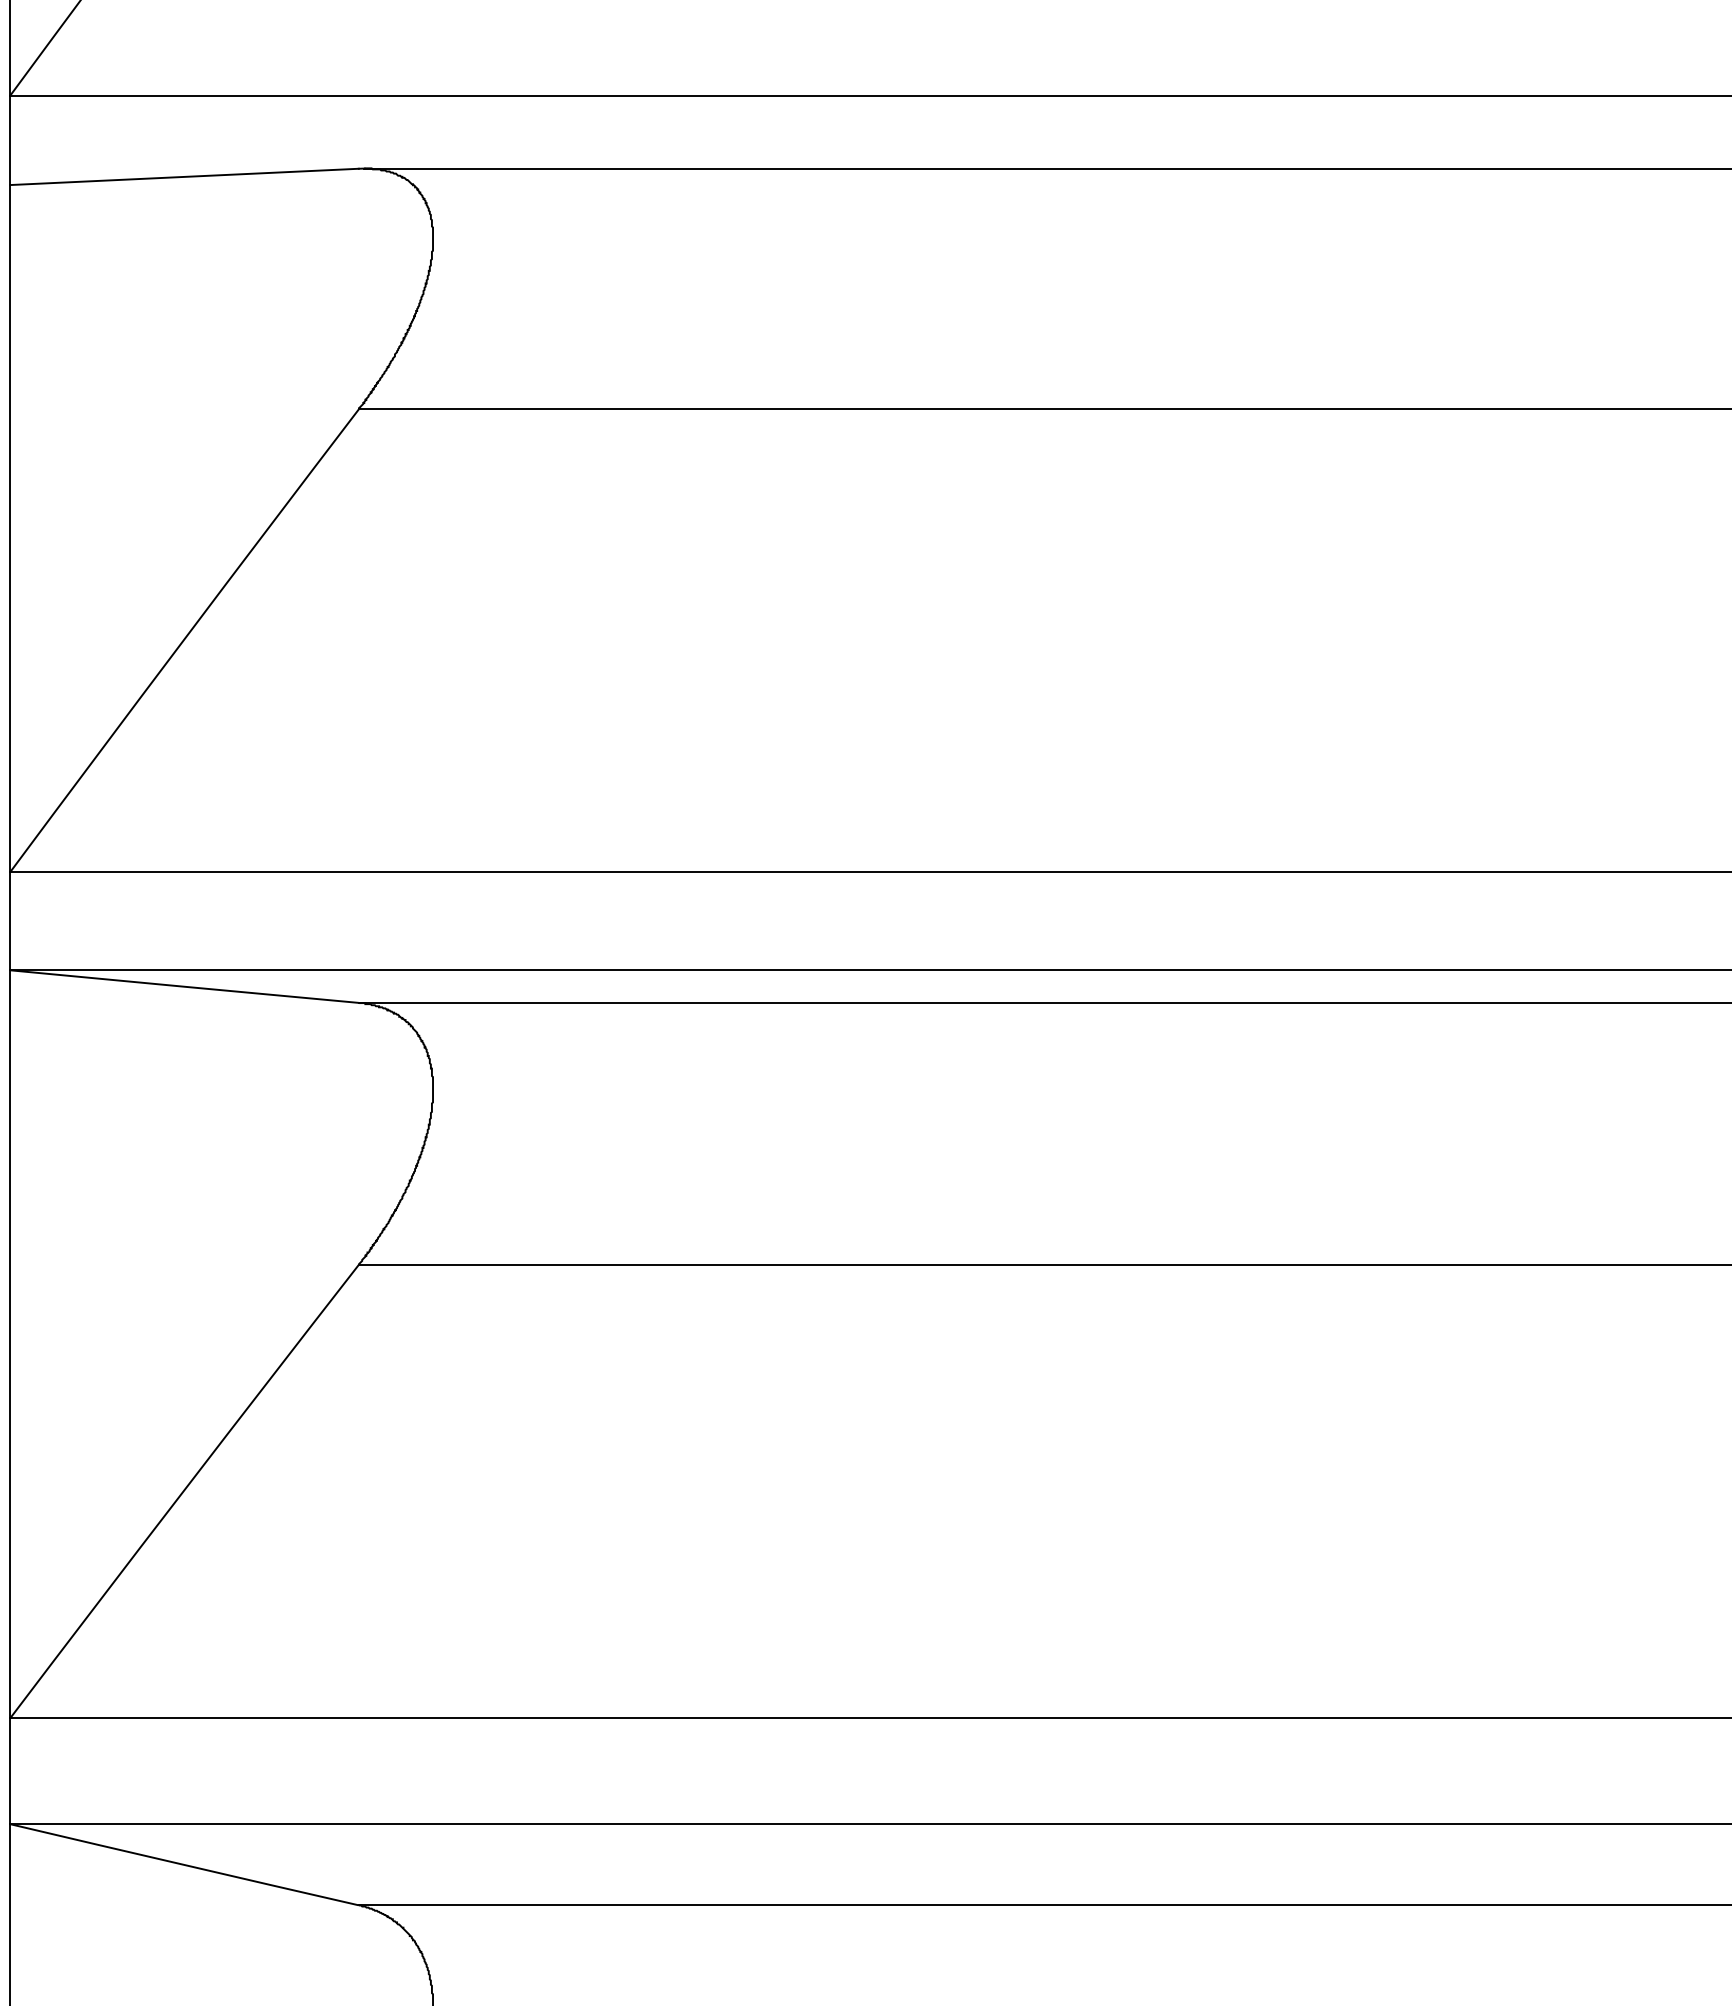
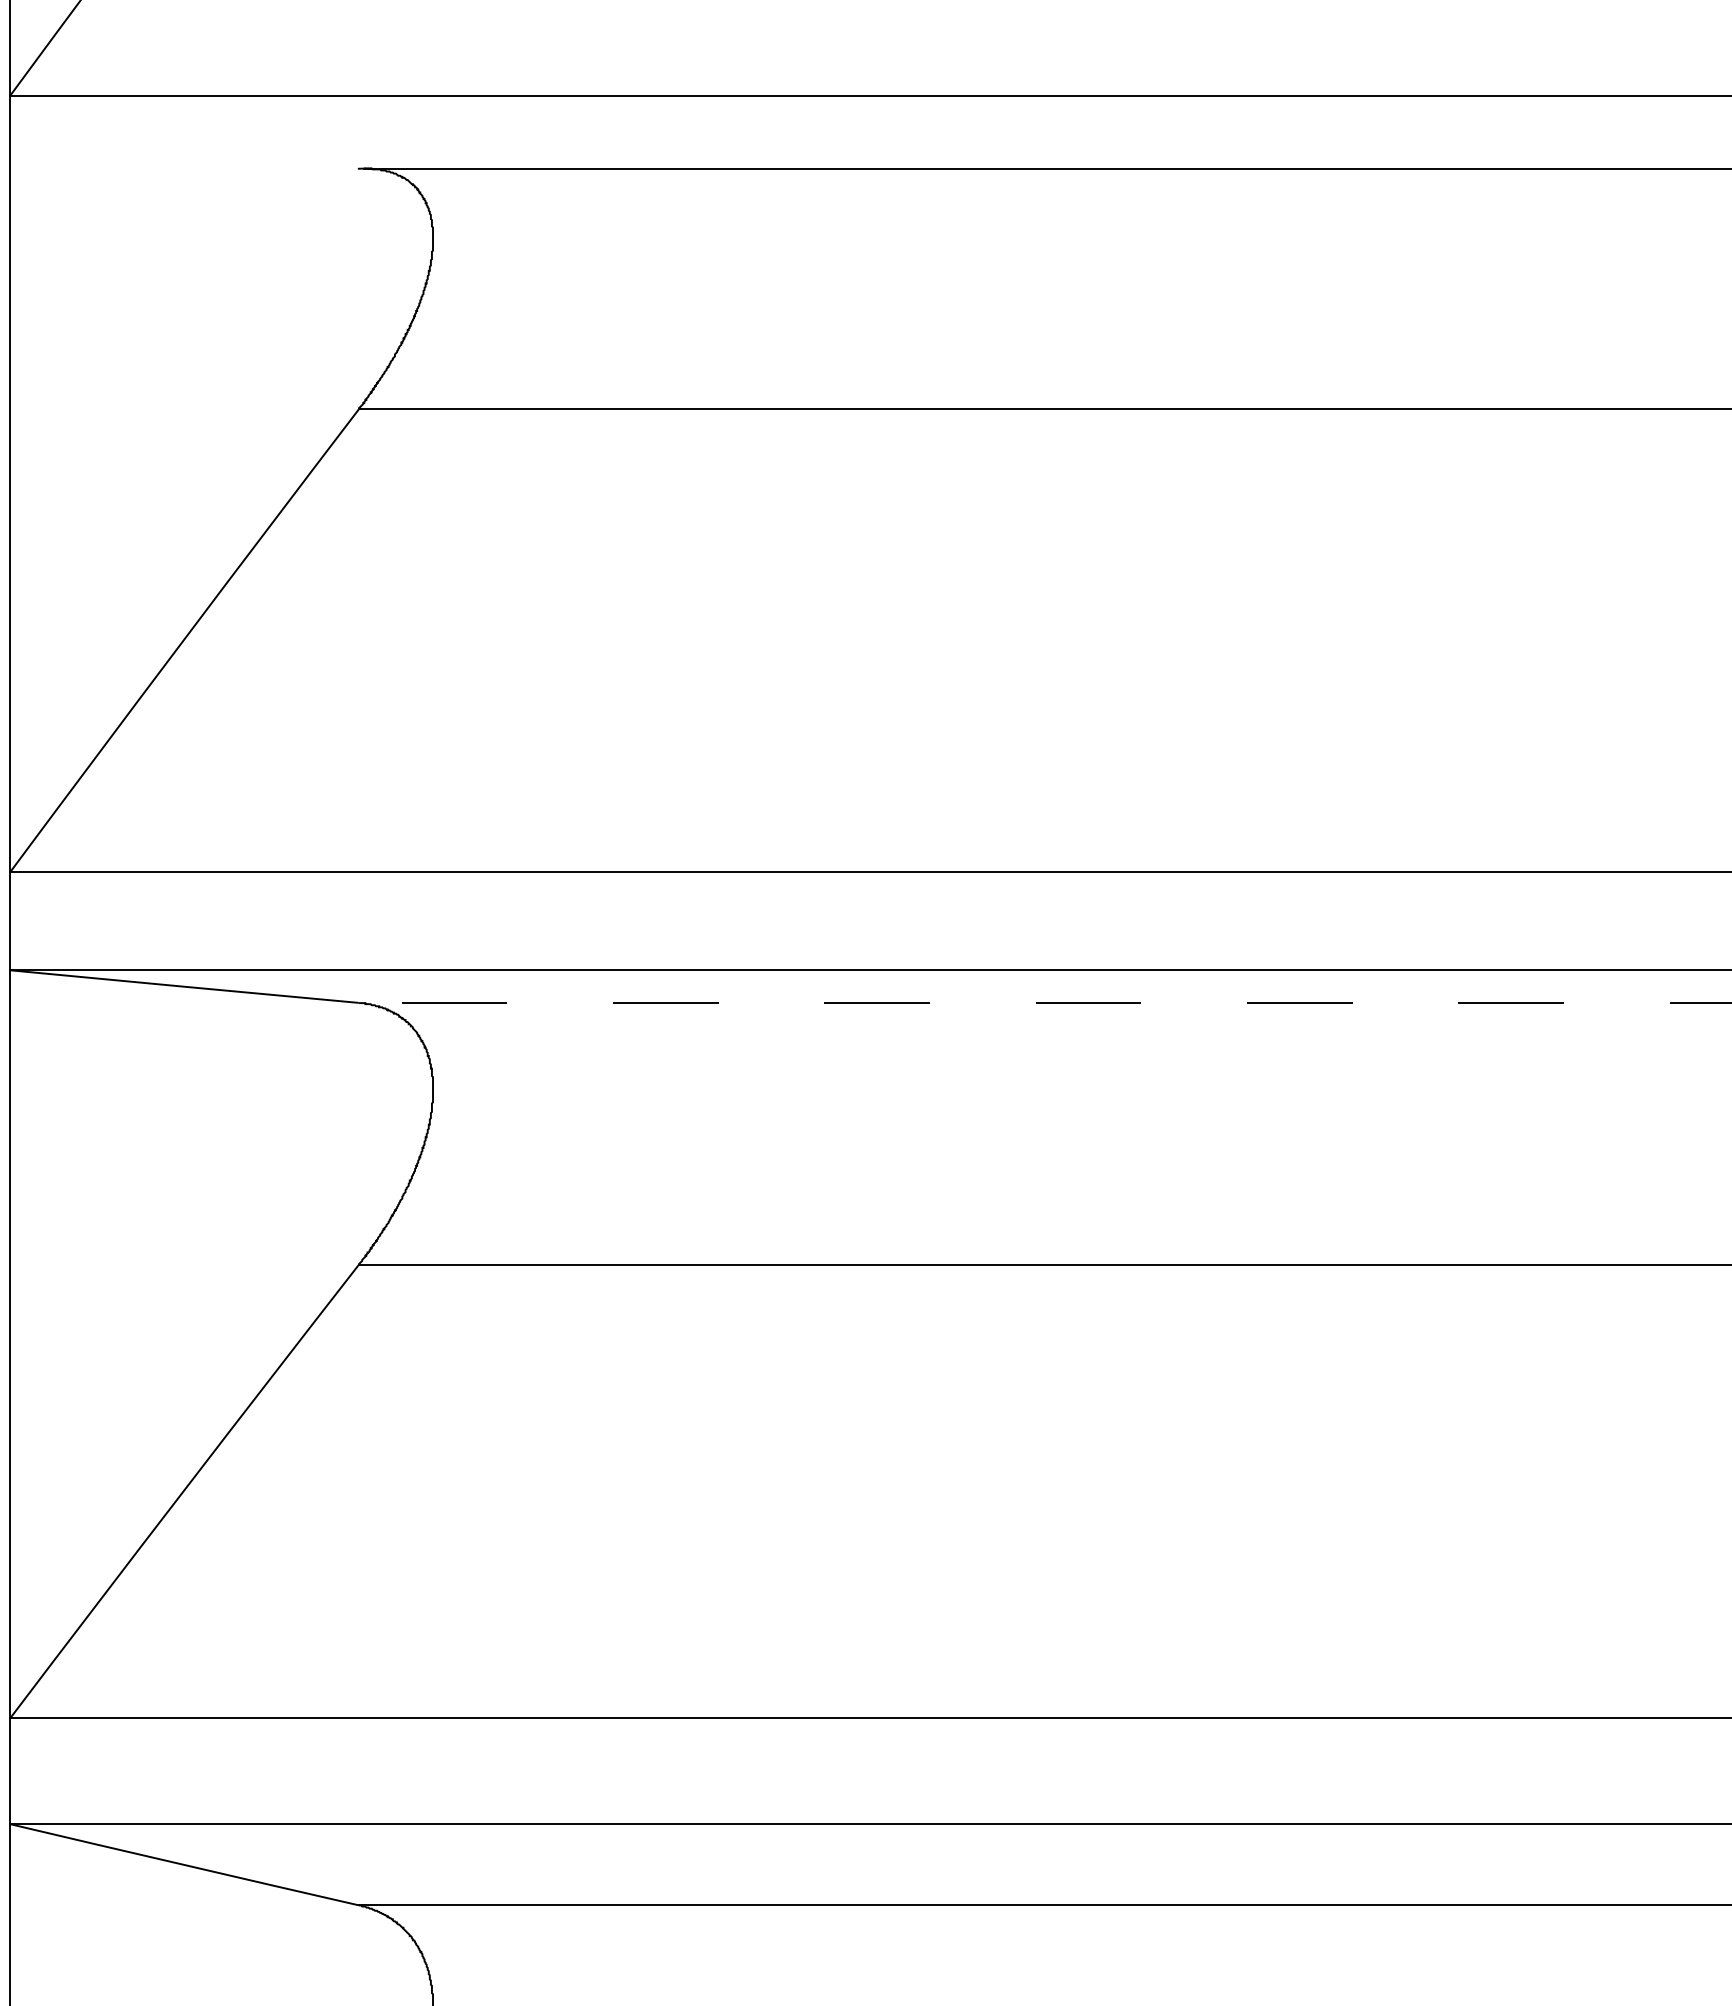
line at (184, 176): present -> none
line at (1045, 1002): solid -> dashed
